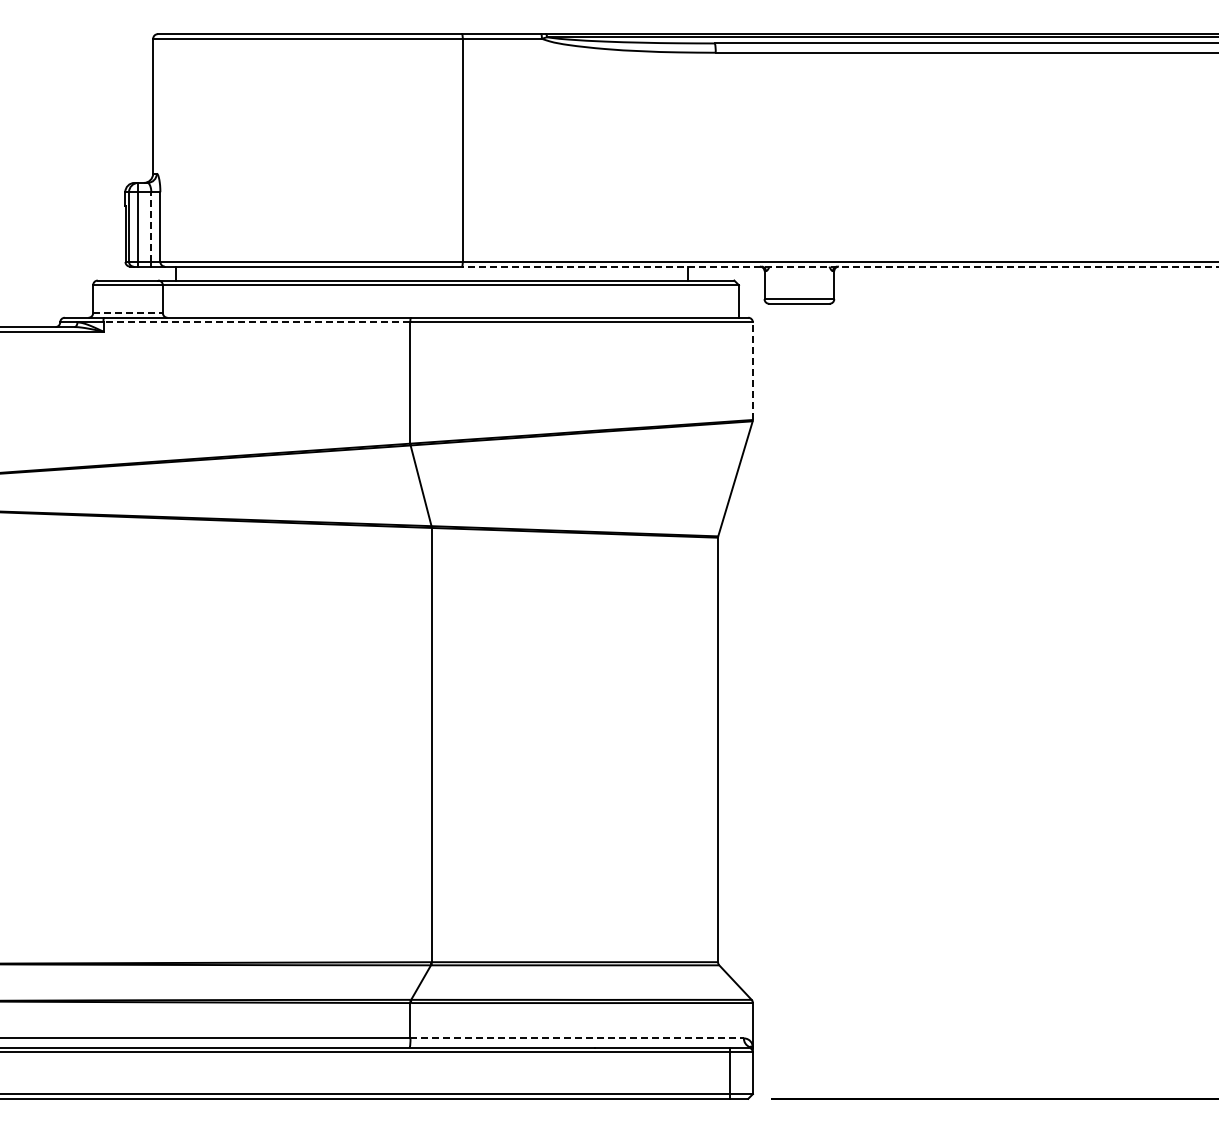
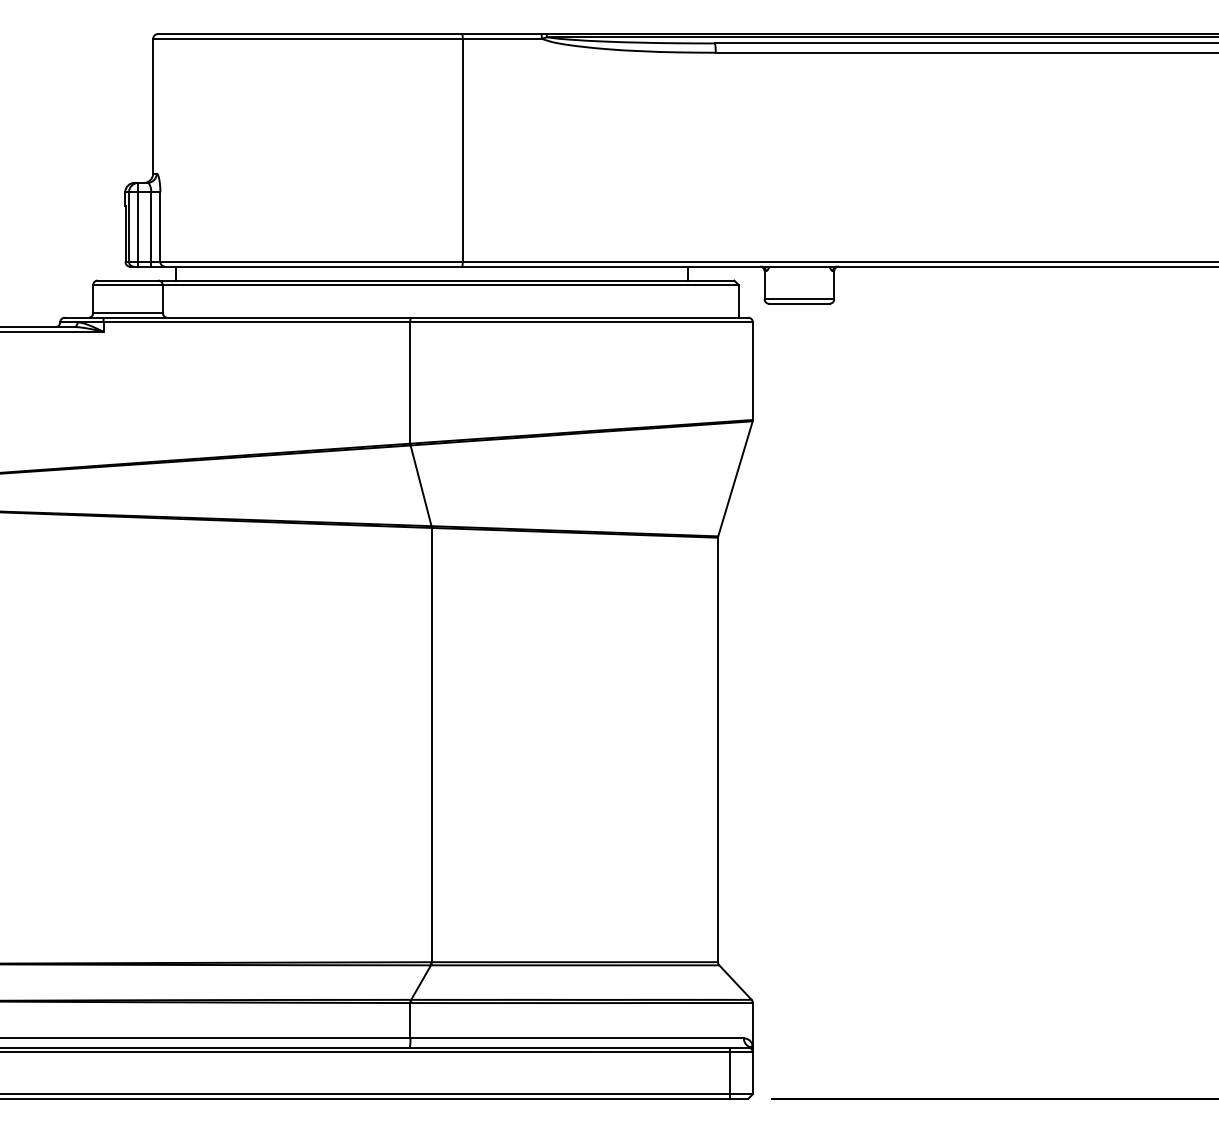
line at (151, 227): dashed -> solid
line at (840, 266): dashed -> solid
line at (128, 313): dashed -> solid
line at (256, 322): dashed -> solid
line at (752, 371): dashed -> solid
line at (577, 1038): dashed -> solid
